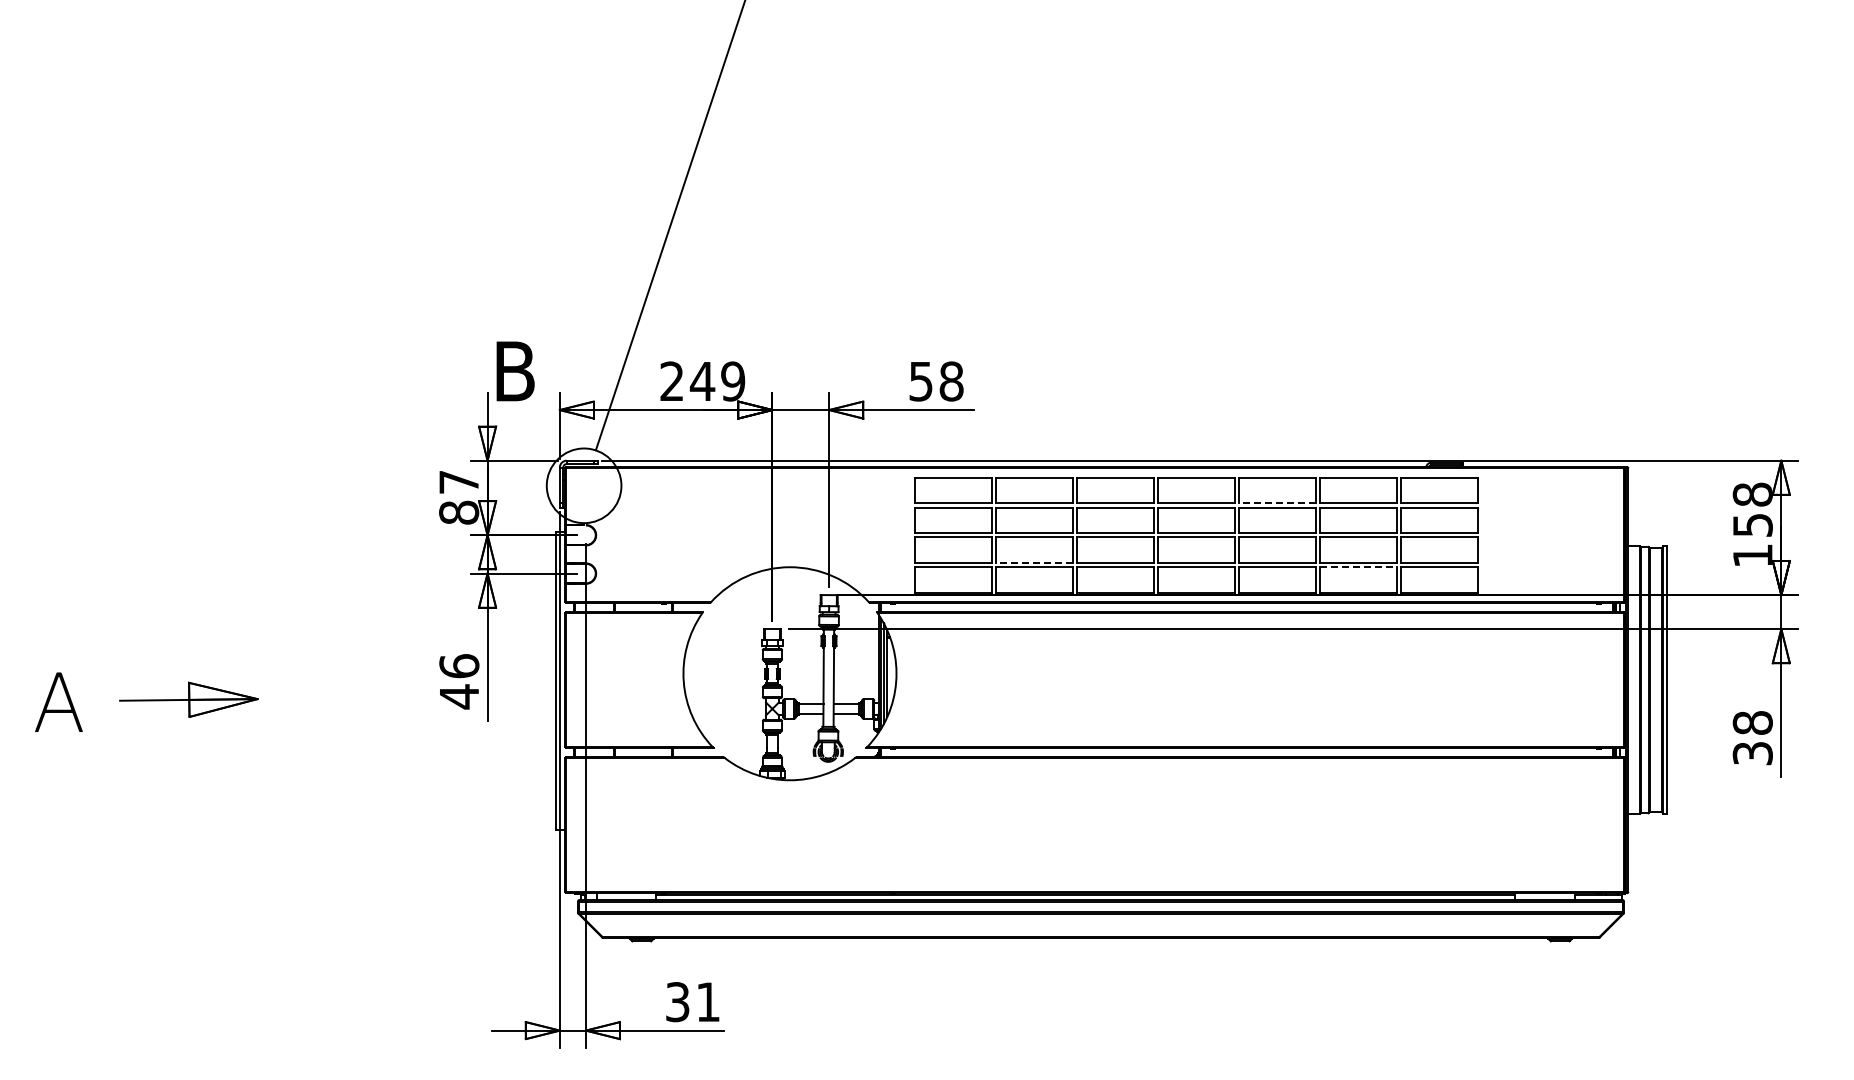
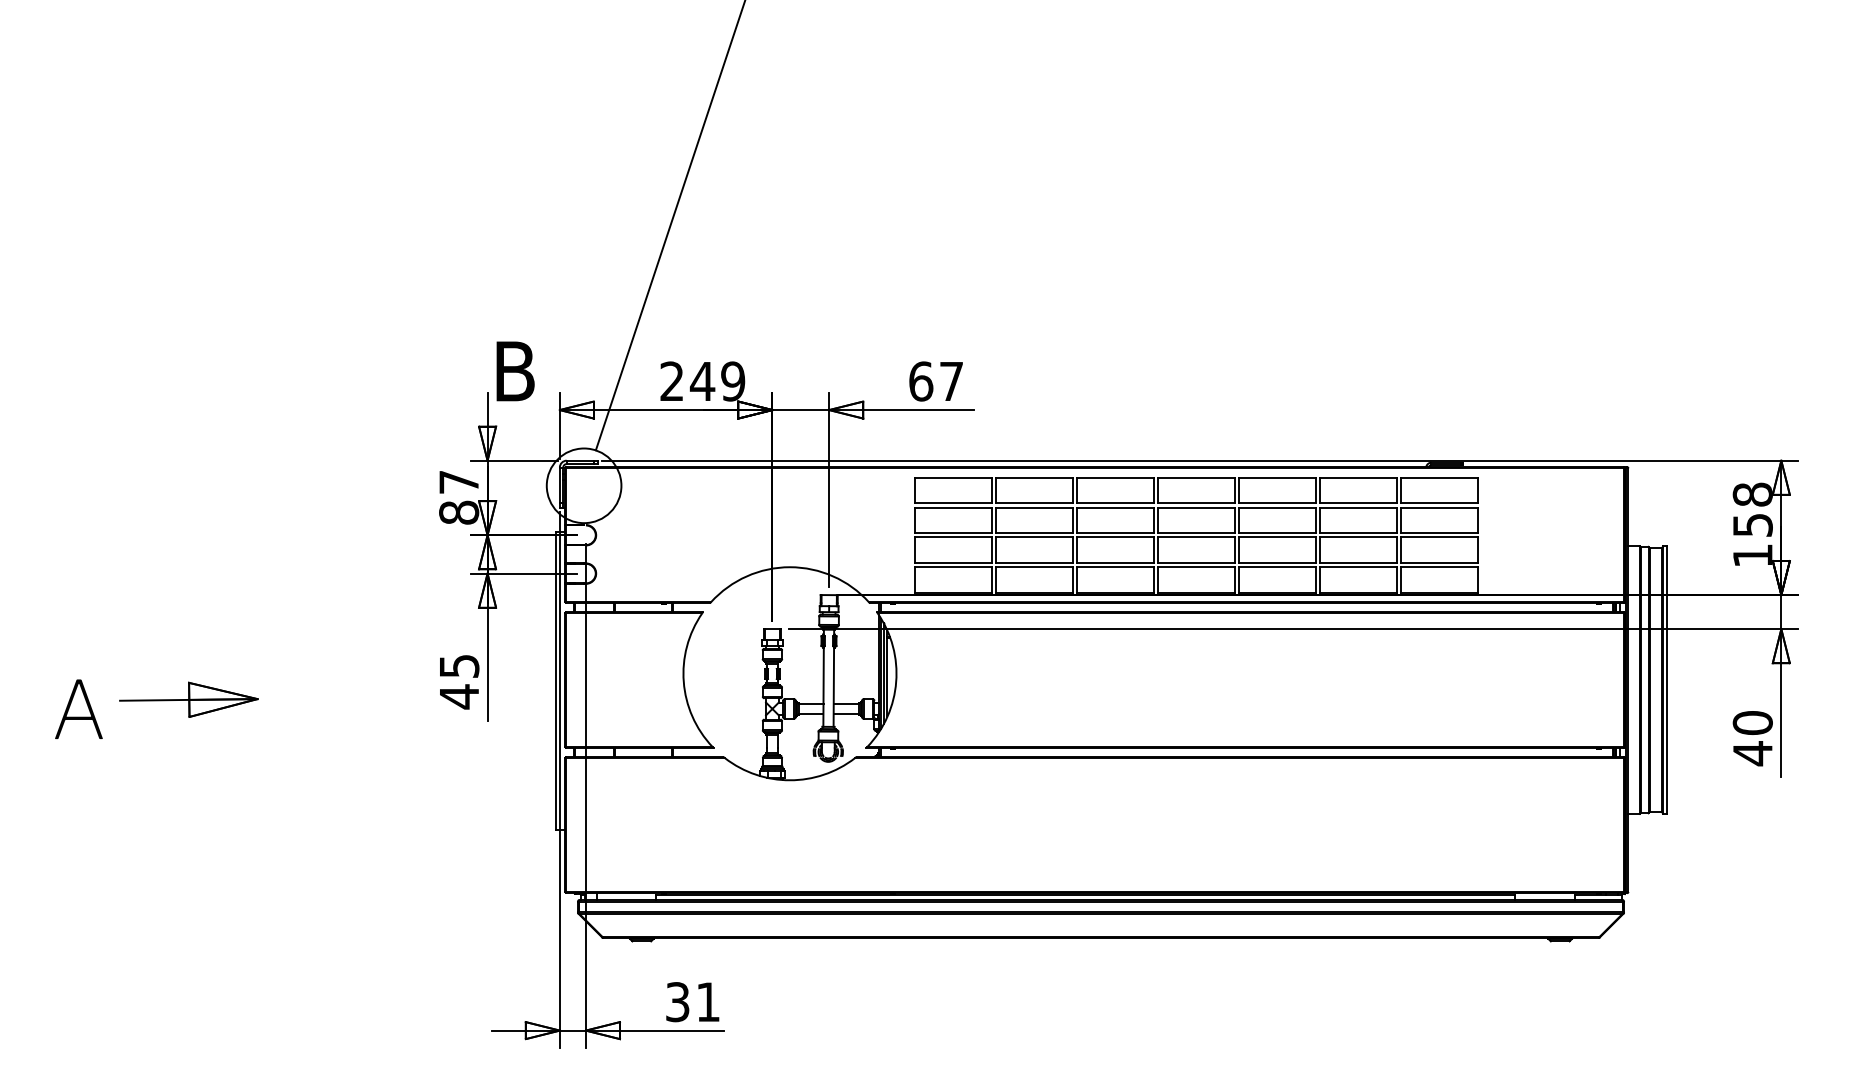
text at (936, 381): 58 -> 67
line at (1277, 503): dashed -> solid
line at (1034, 562): dashed -> solid
line at (1359, 567): dashed -> solid
text at (459, 666): 46 -> 45
text at (58, 701) position: (58, 701) -> (78, 708)
text at (1752, 738): 38 -> 40
